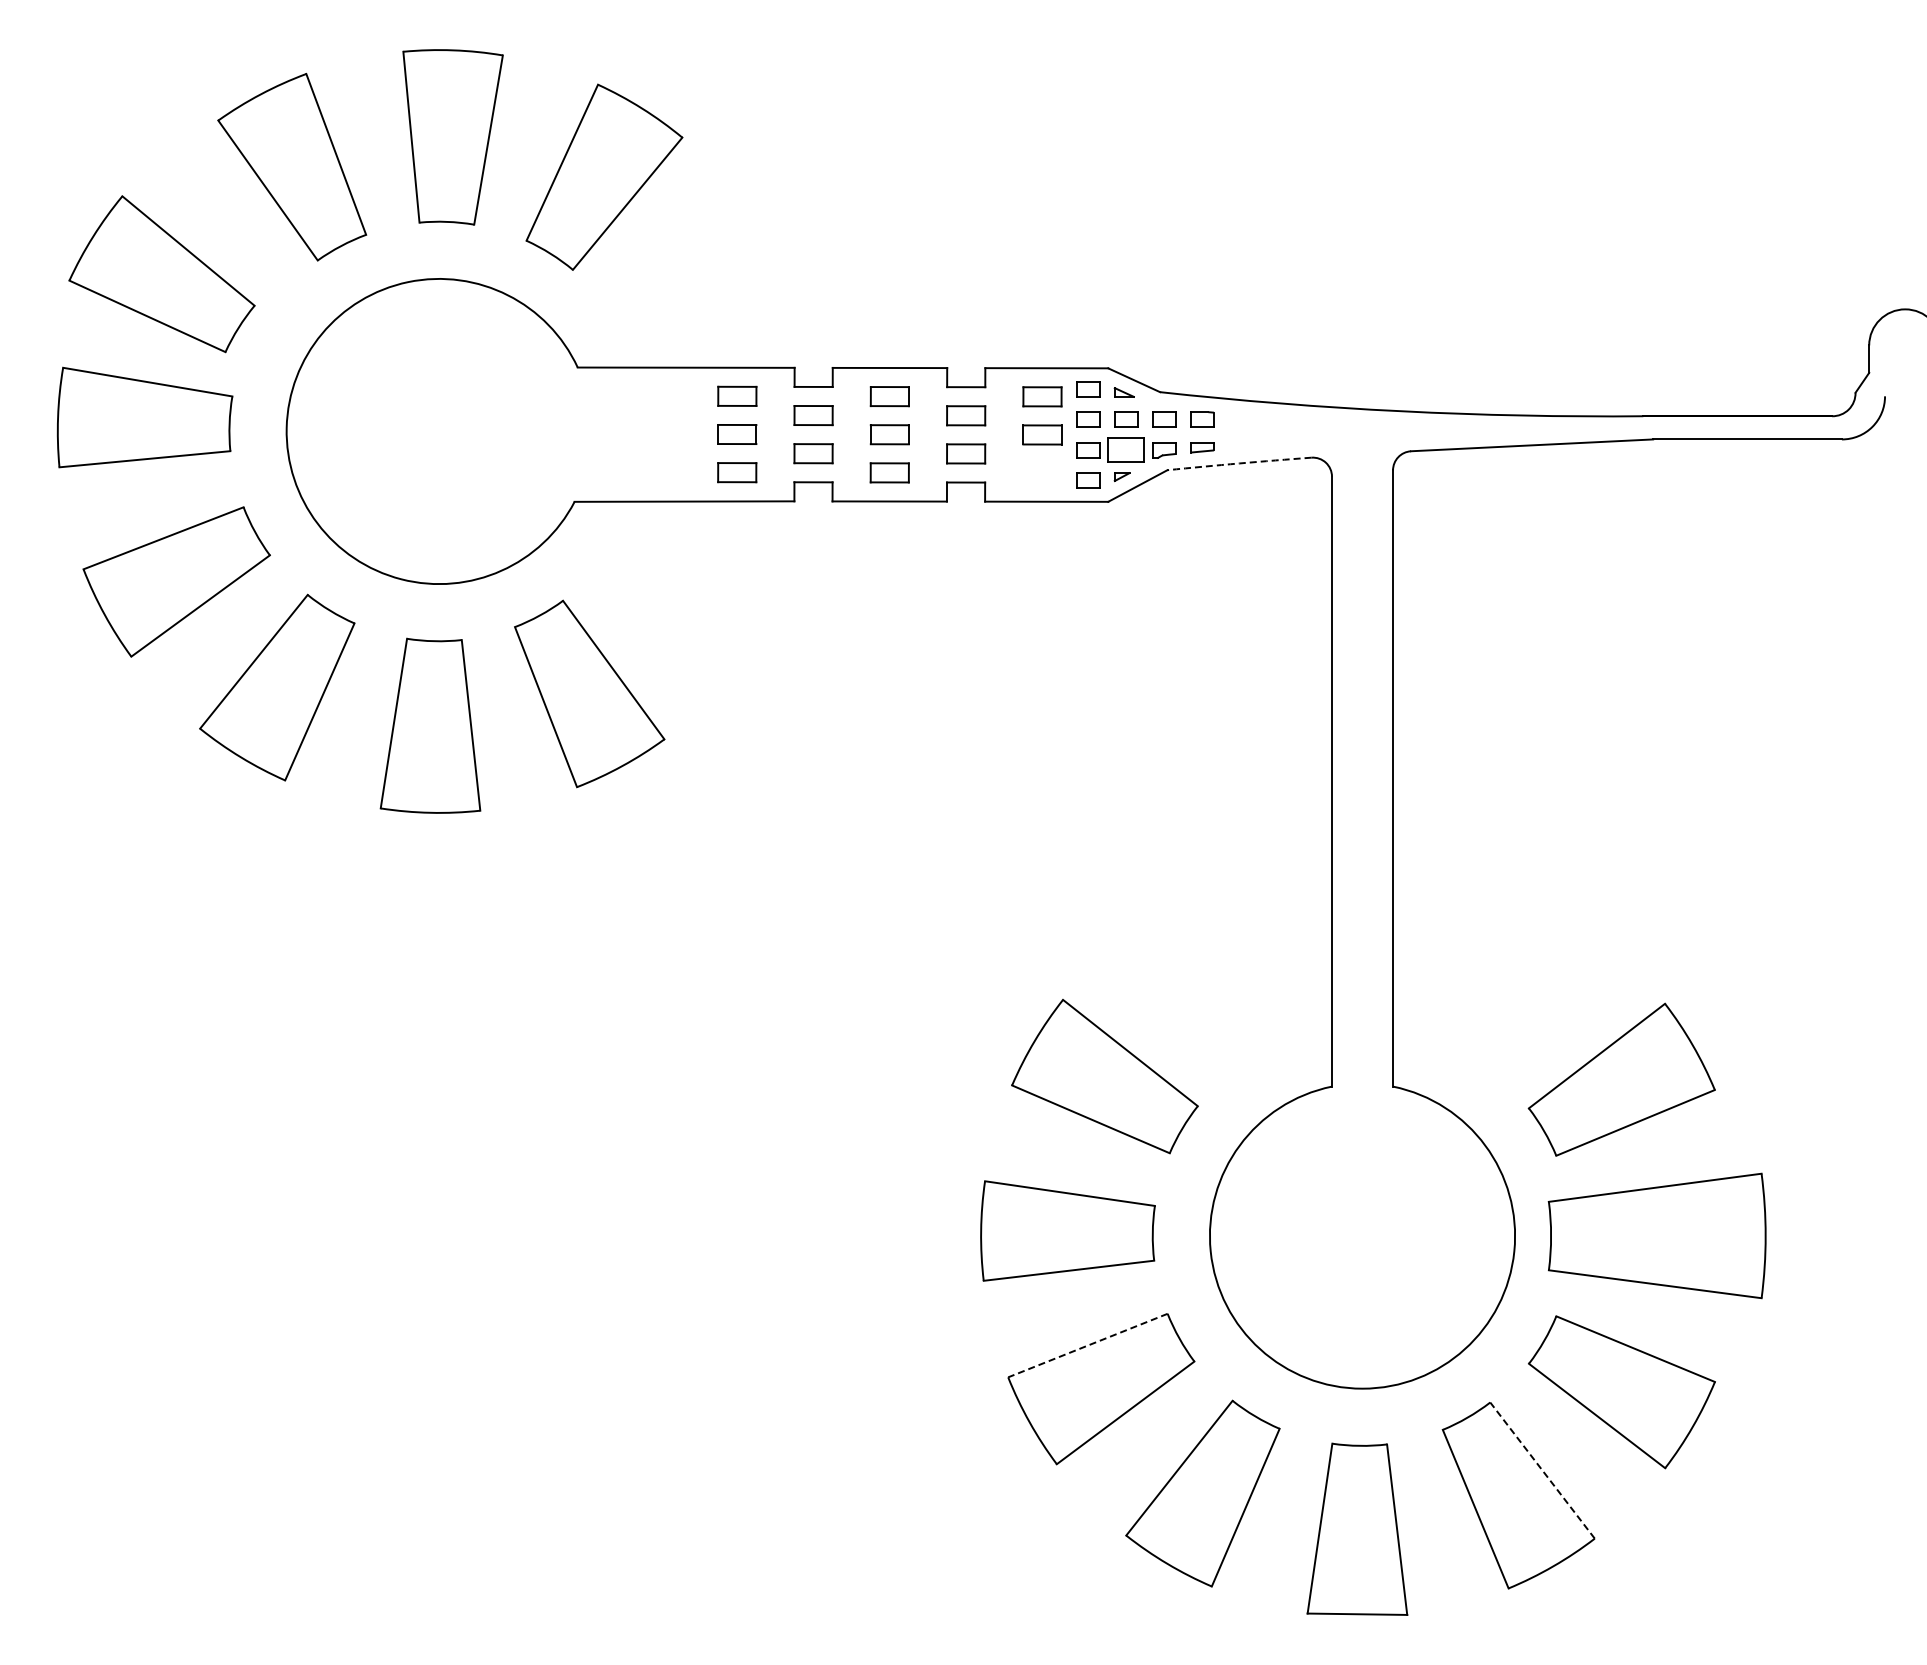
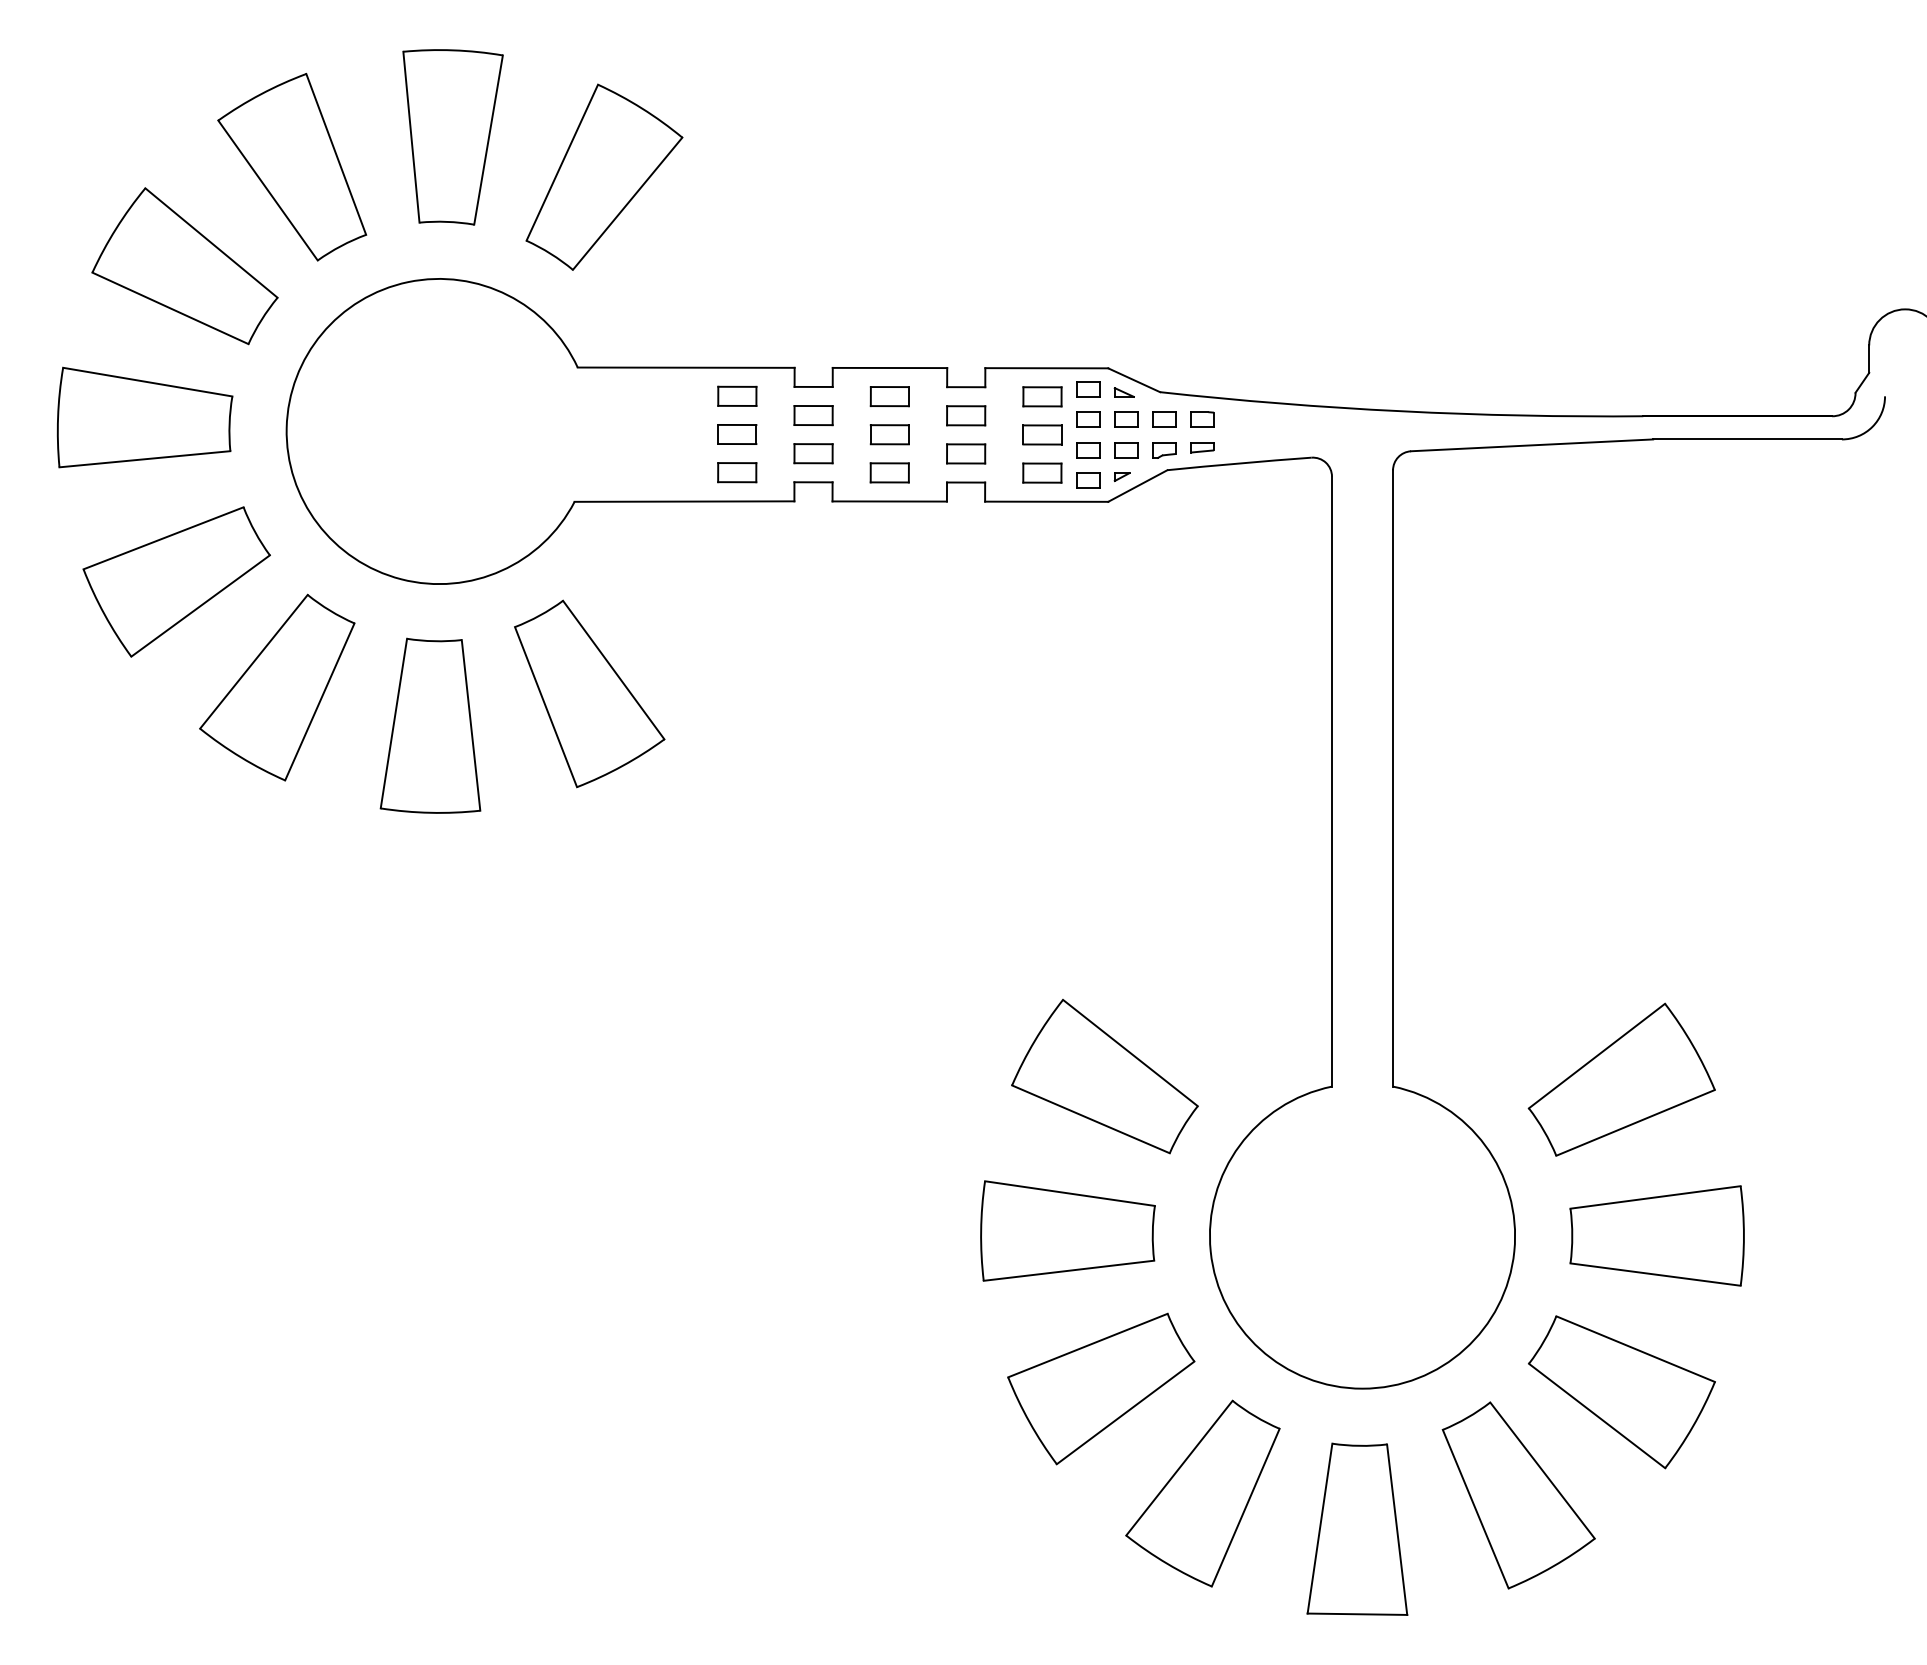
part at (161, 274) position: (161, 274) -> (184, 266)
part at (1125, 449) size: 38x26 px -> 25x17 px
arc at (1239, 463): dashed -> solid
part at (1042, 472): none -> present
part at (1656, 1235) size: 220x128 px -> 176x102 px
line at (1087, 1345): dashed -> solid
line at (1542, 1470): dashed -> solid
